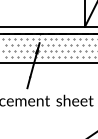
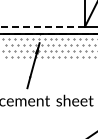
line at (42, 26): solid -> dashed
line at (48, 62): present -> none
